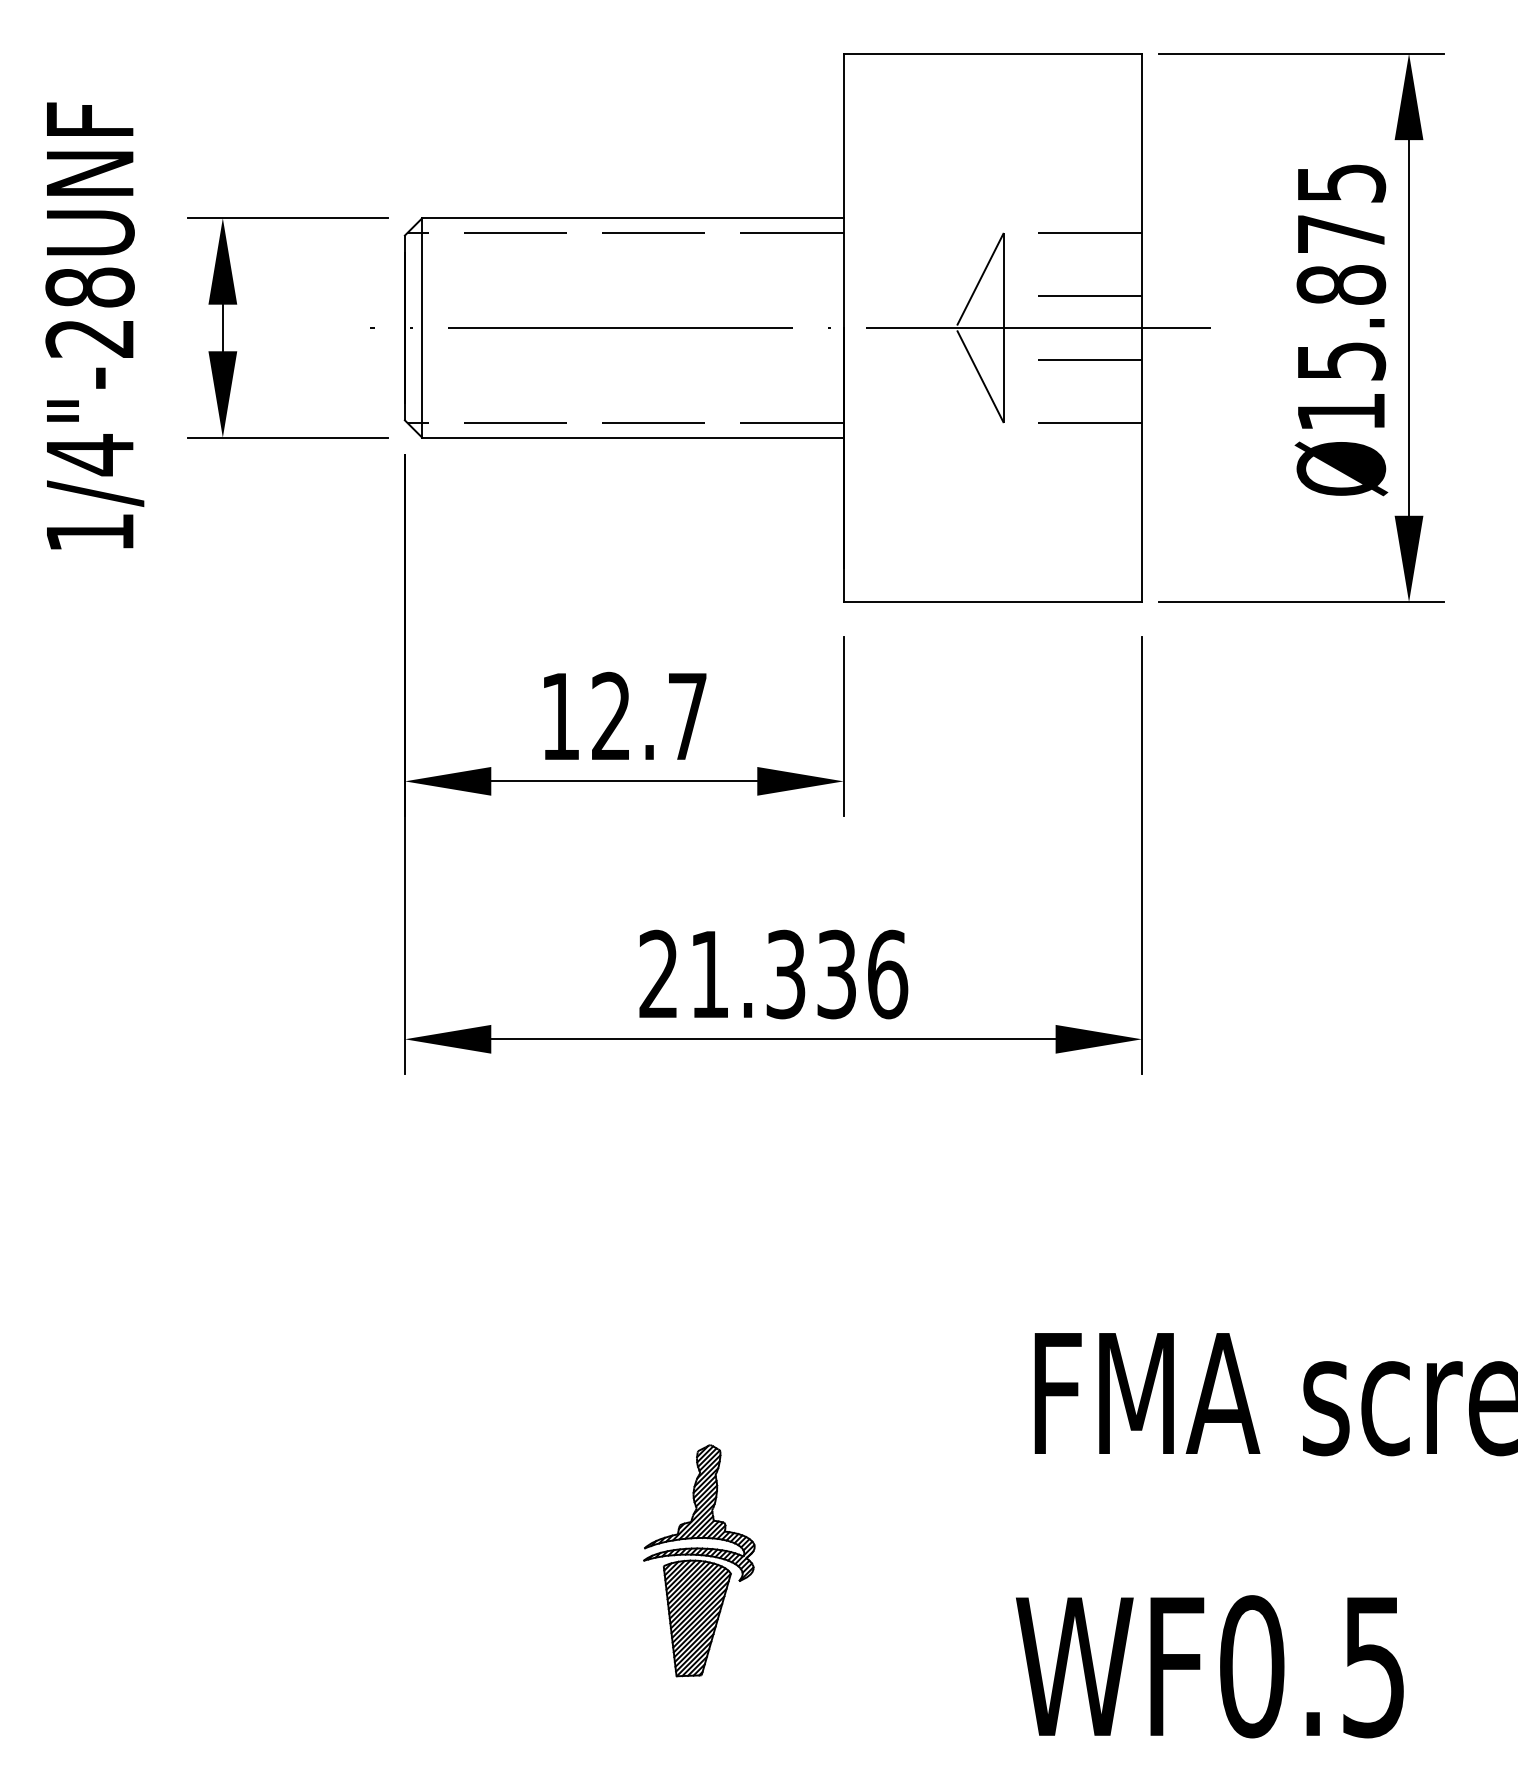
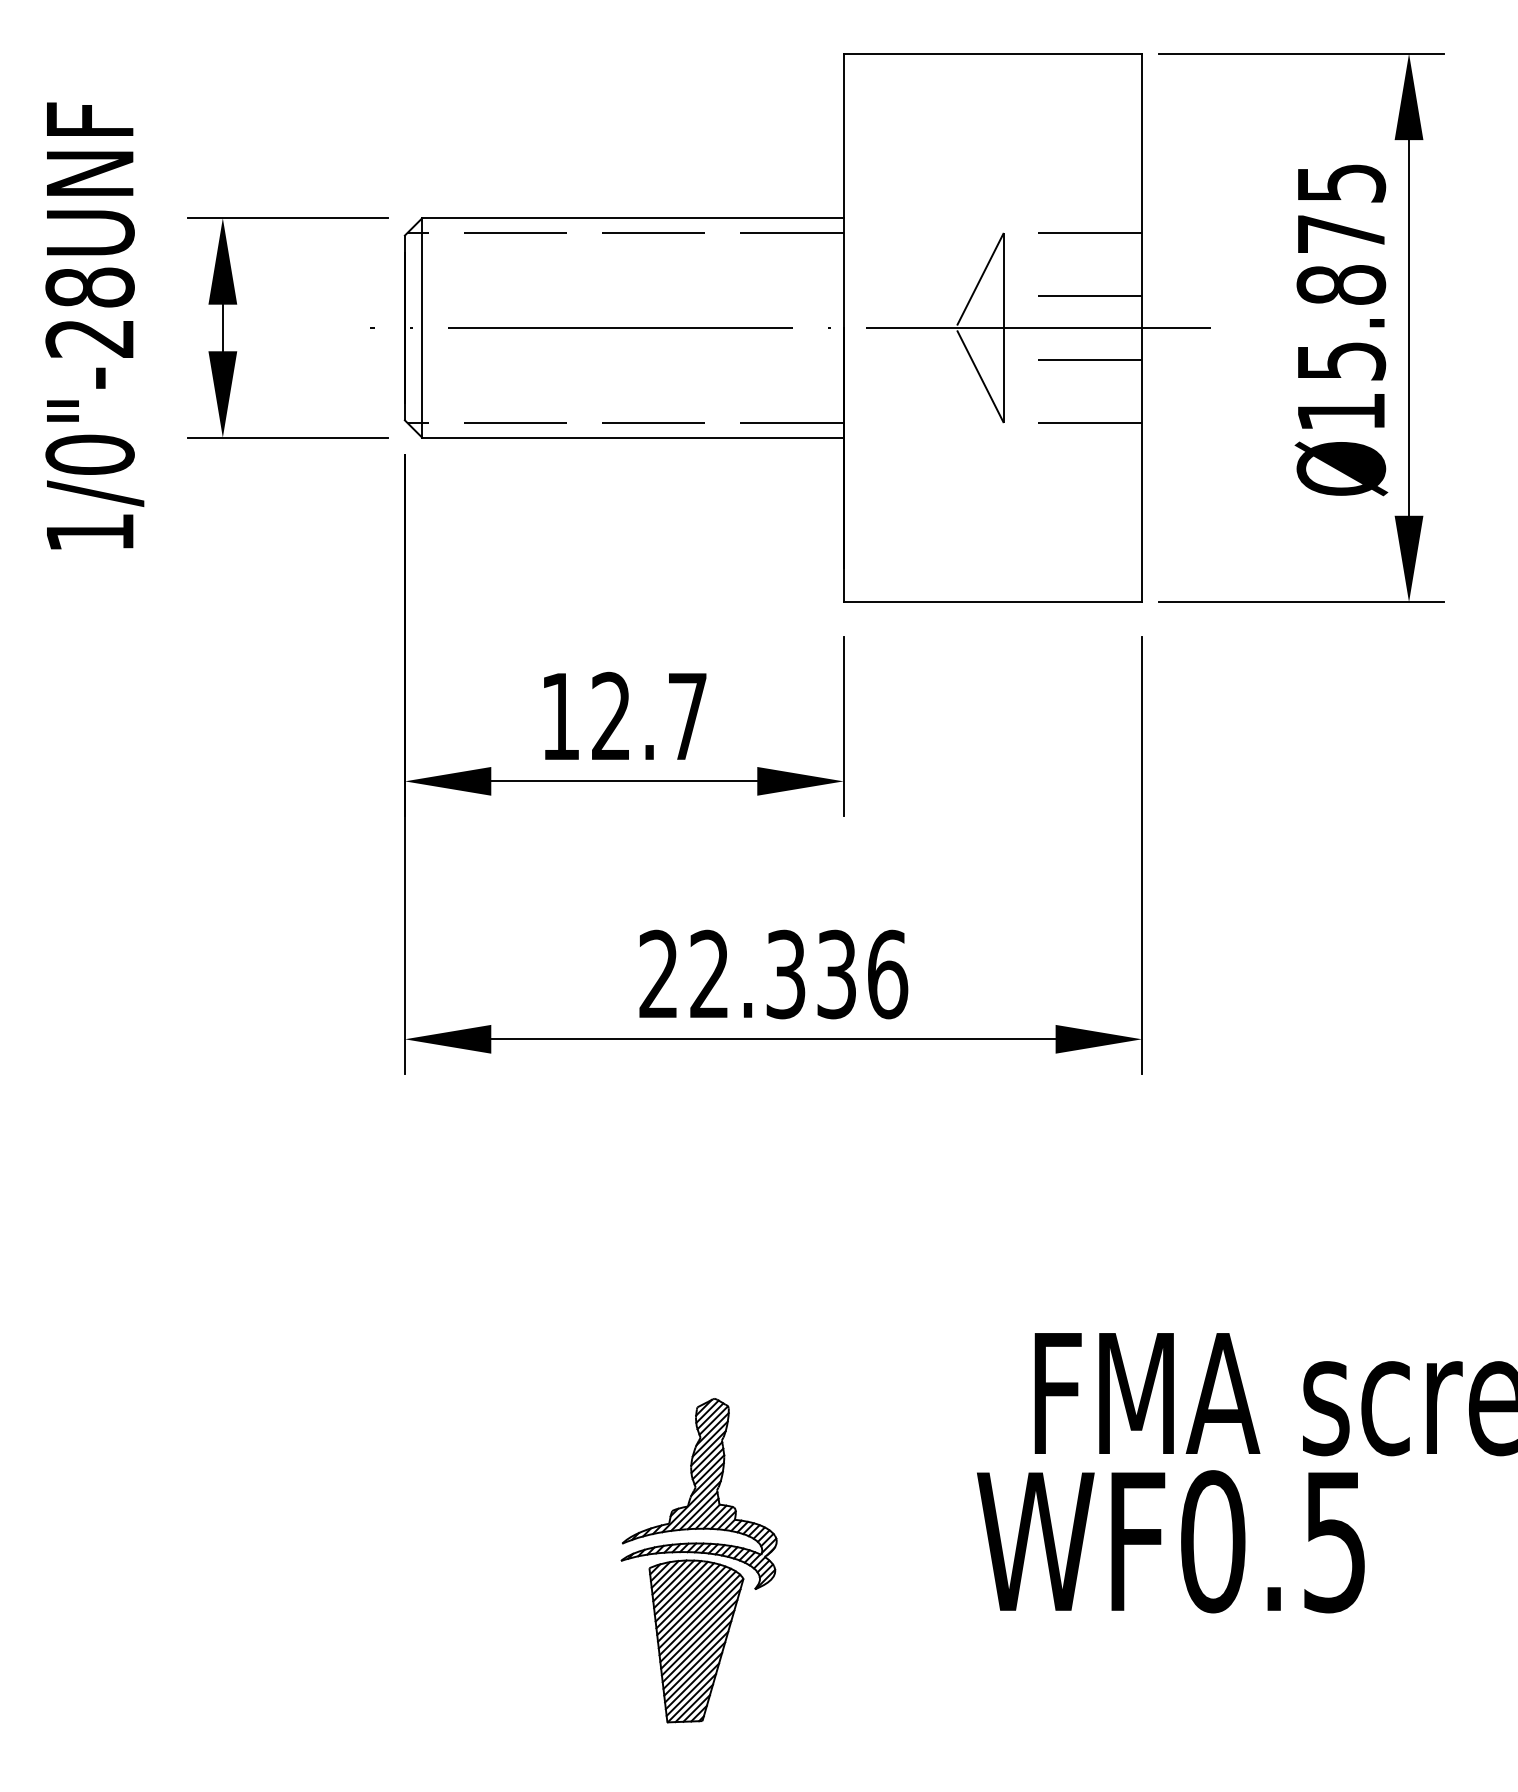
text at (89, 455): 1/4"-28UNF -> 1/0"-28UNF
text at (708, 973): 21.336 -> 22.336
part at (699, 1560) size: 113x234 px -> 158x326 px
text at (1209, 1666) position: (1209, 1666) -> (1170, 1541)
